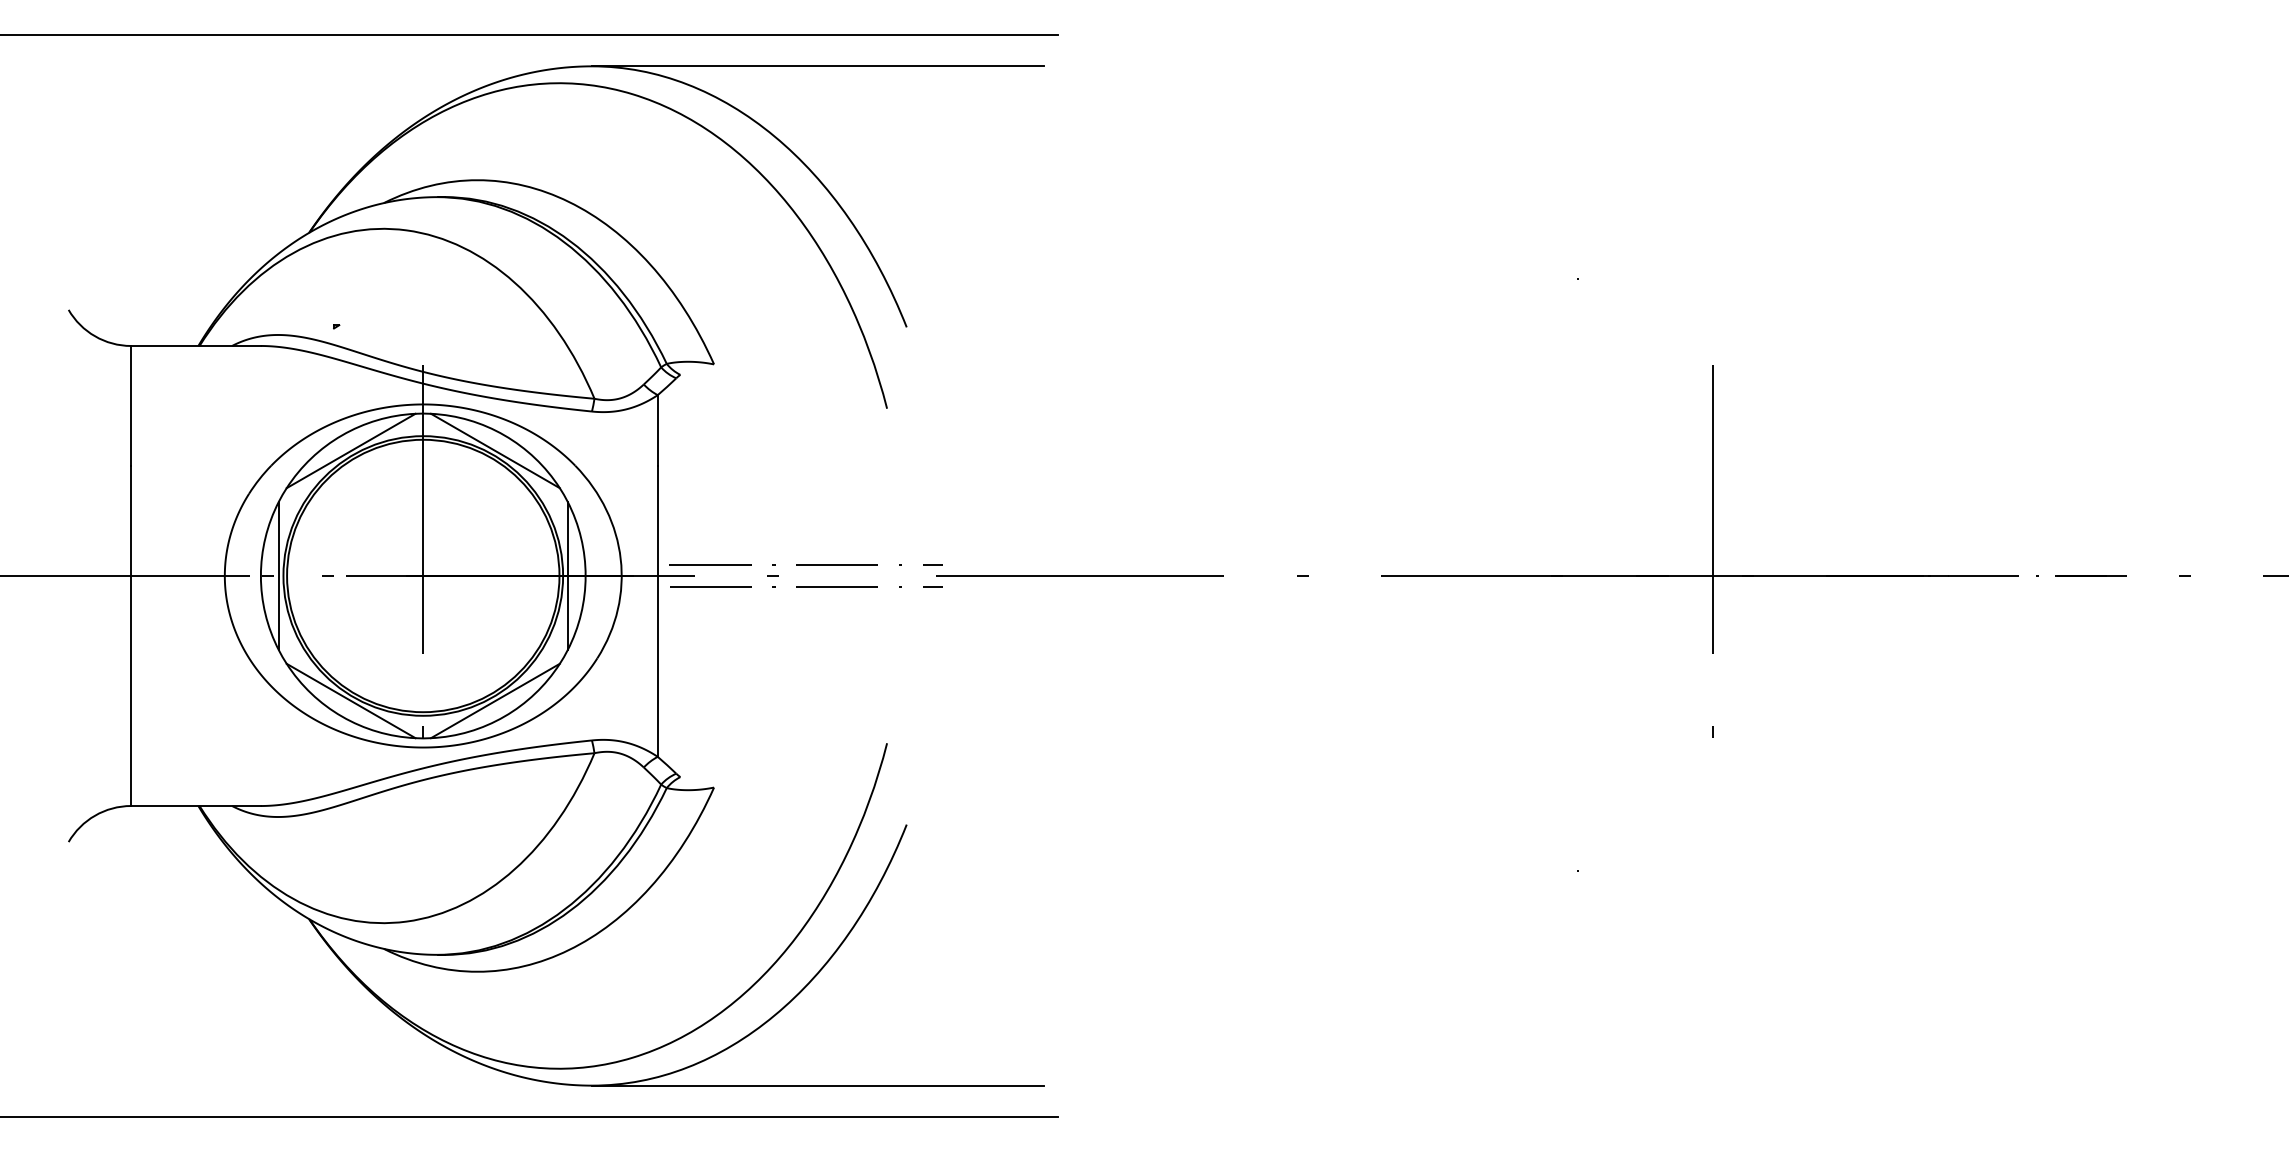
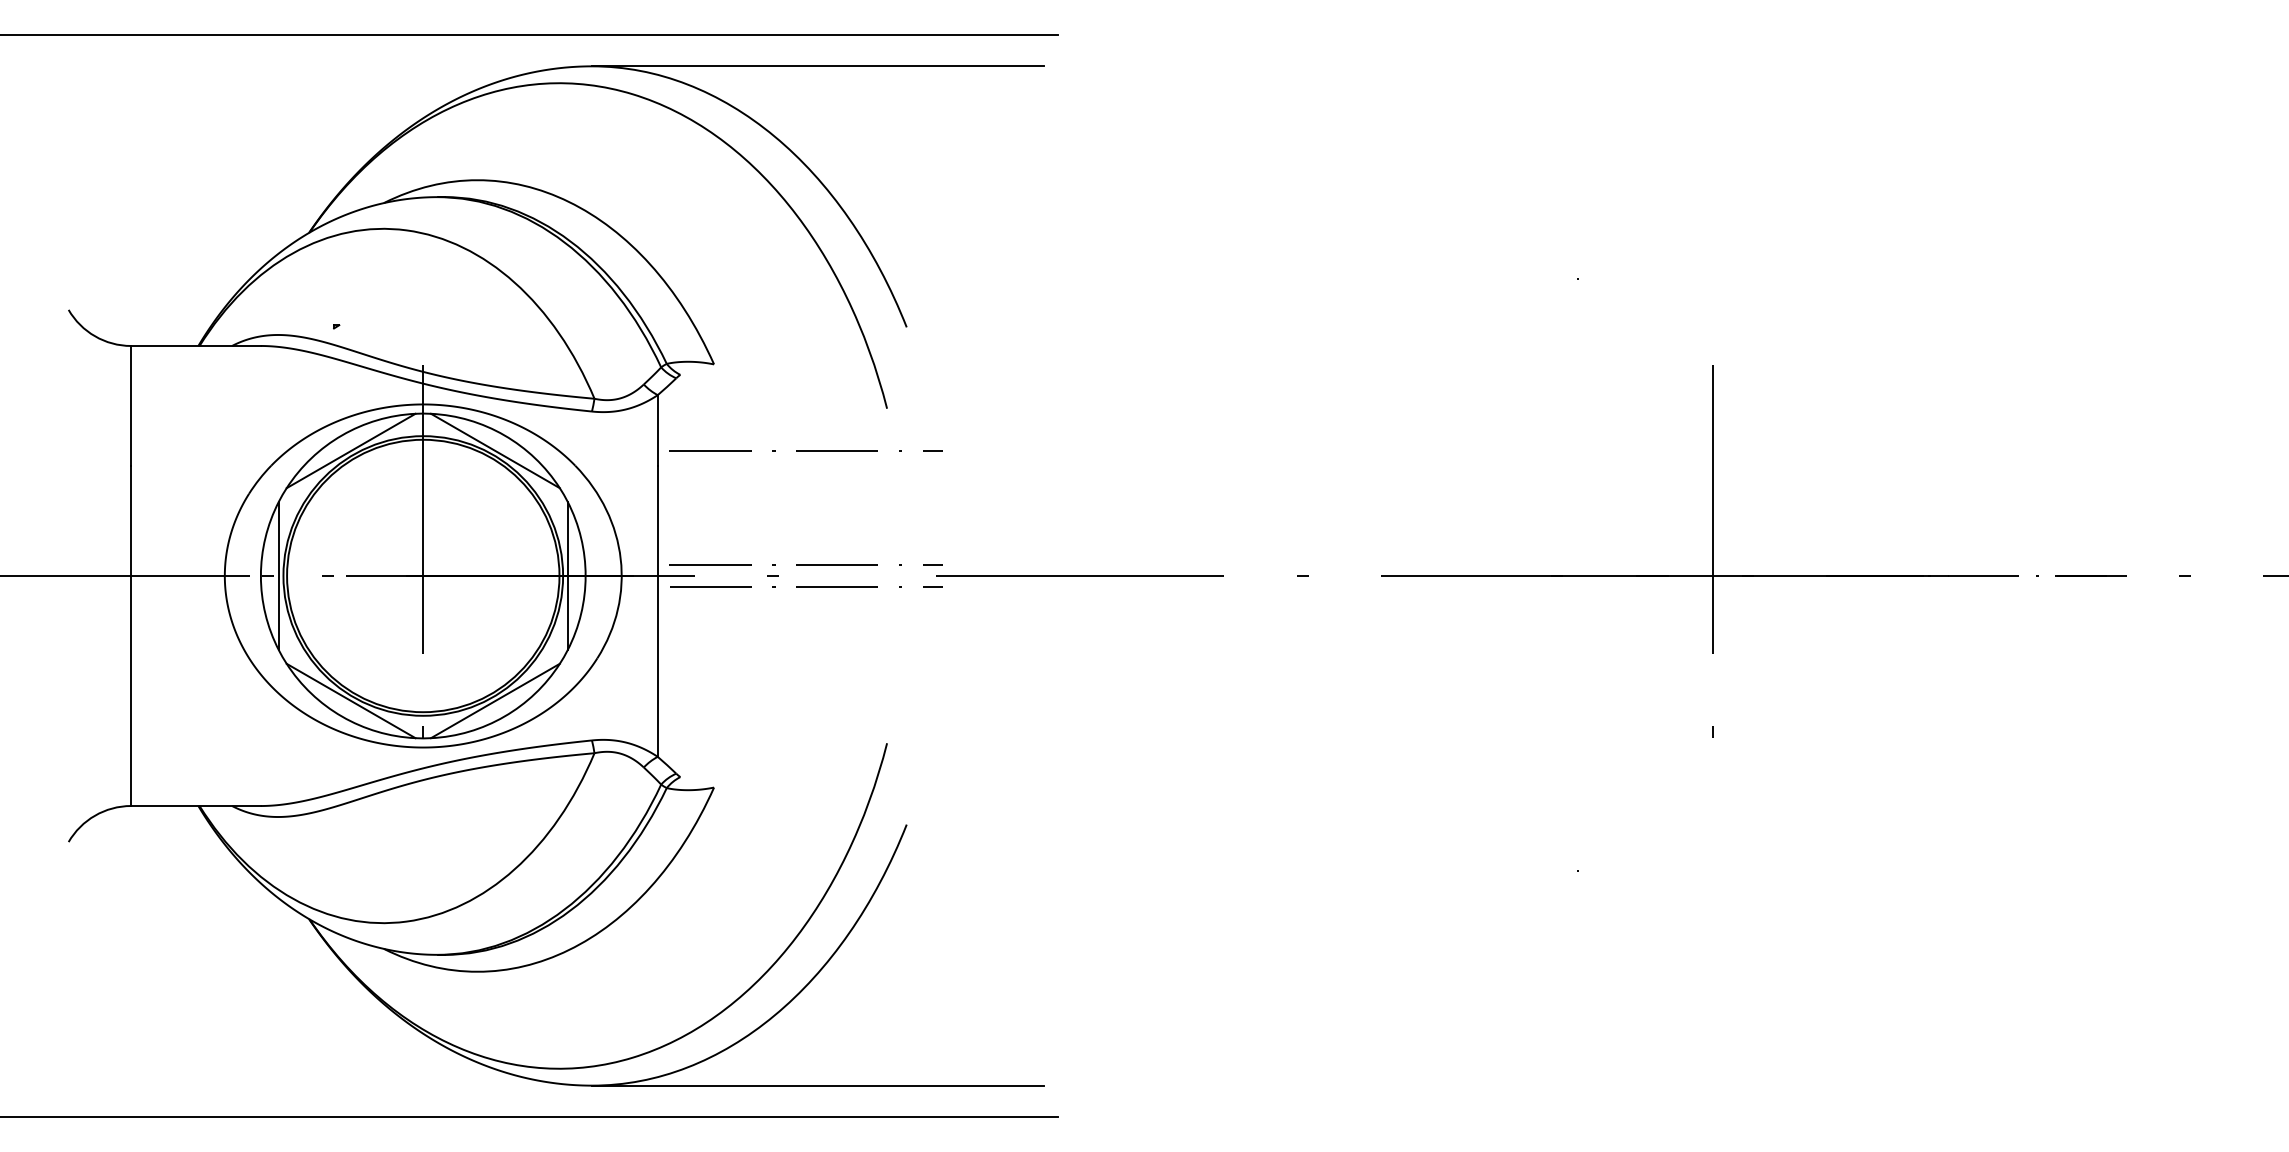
line at (805, 450): none -> present
